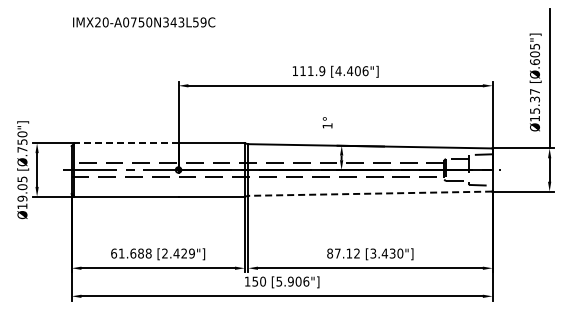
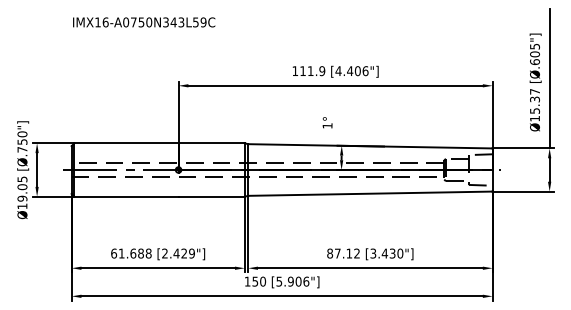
text at (101, 22): IMX20-A0750N343L59C -> IMX16-A0750N343L59C
line at (126, 143): dashed -> solid
line at (369, 193): dashed -> solid
